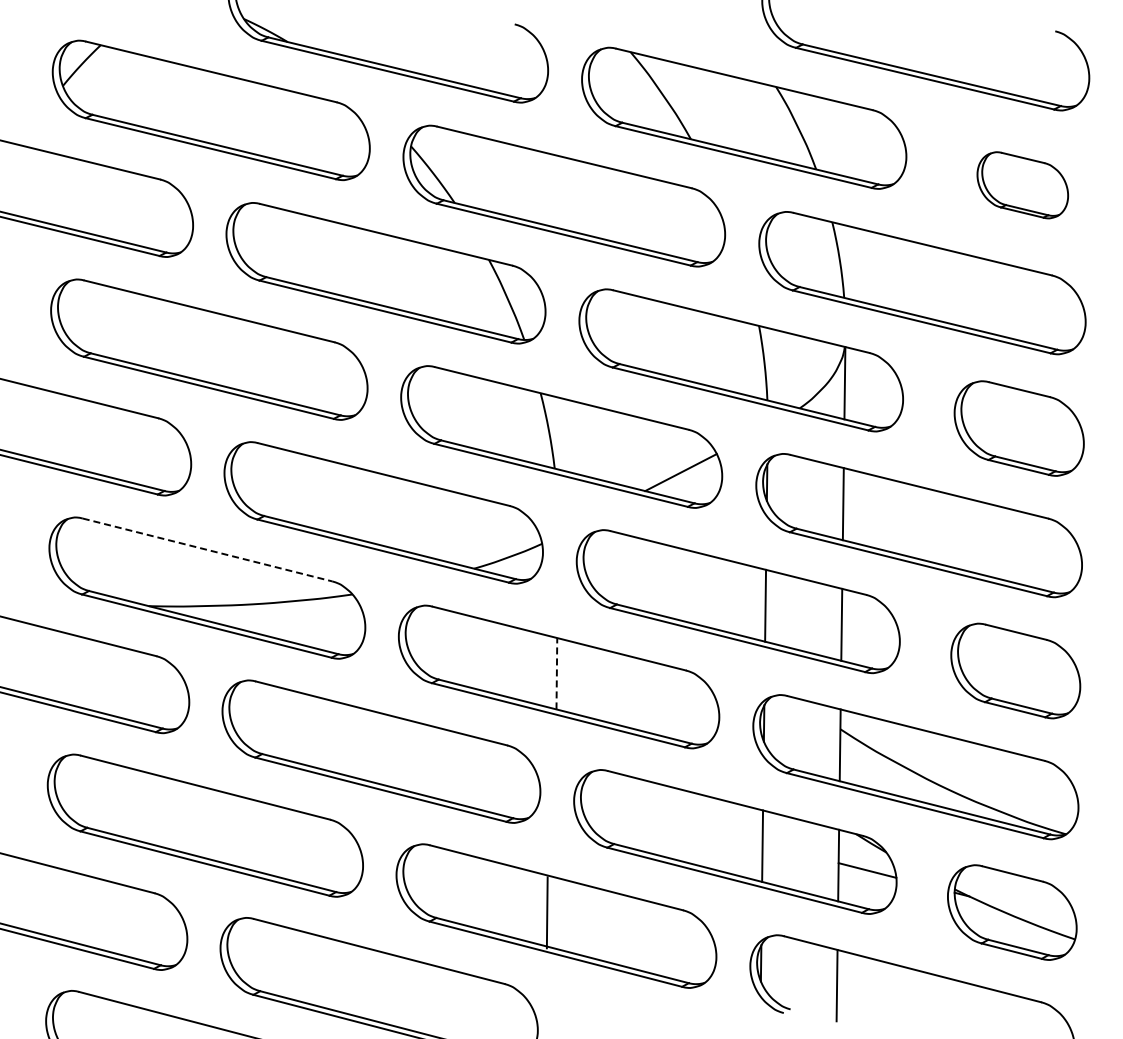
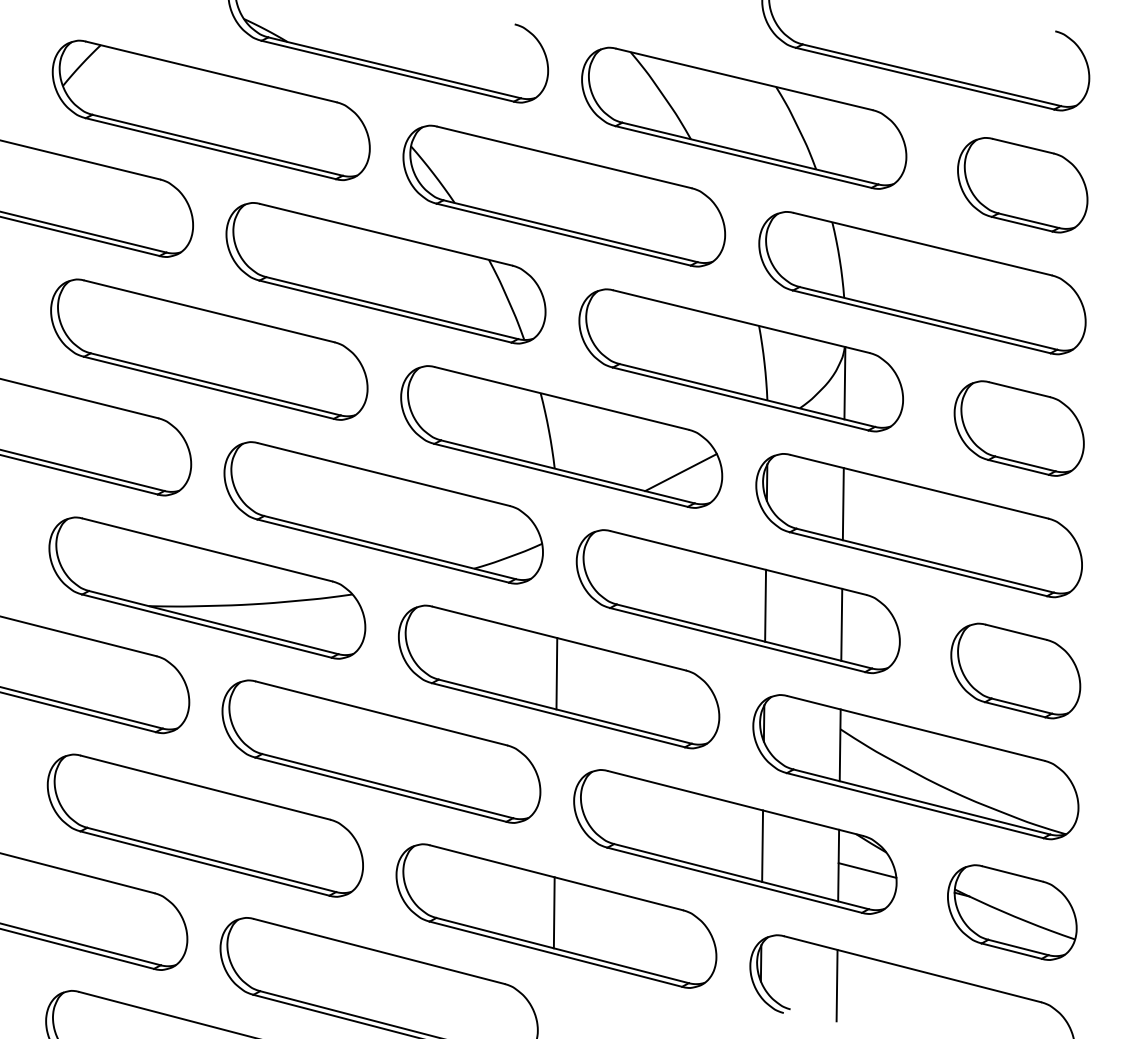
part at (1022, 185) size: 93x69 px -> 132x97 px
line at (207, 549): dashed -> solid
line at (556, 673): dashed -> solid
line at (546, 912) position: (546, 912) -> (553, 912)
